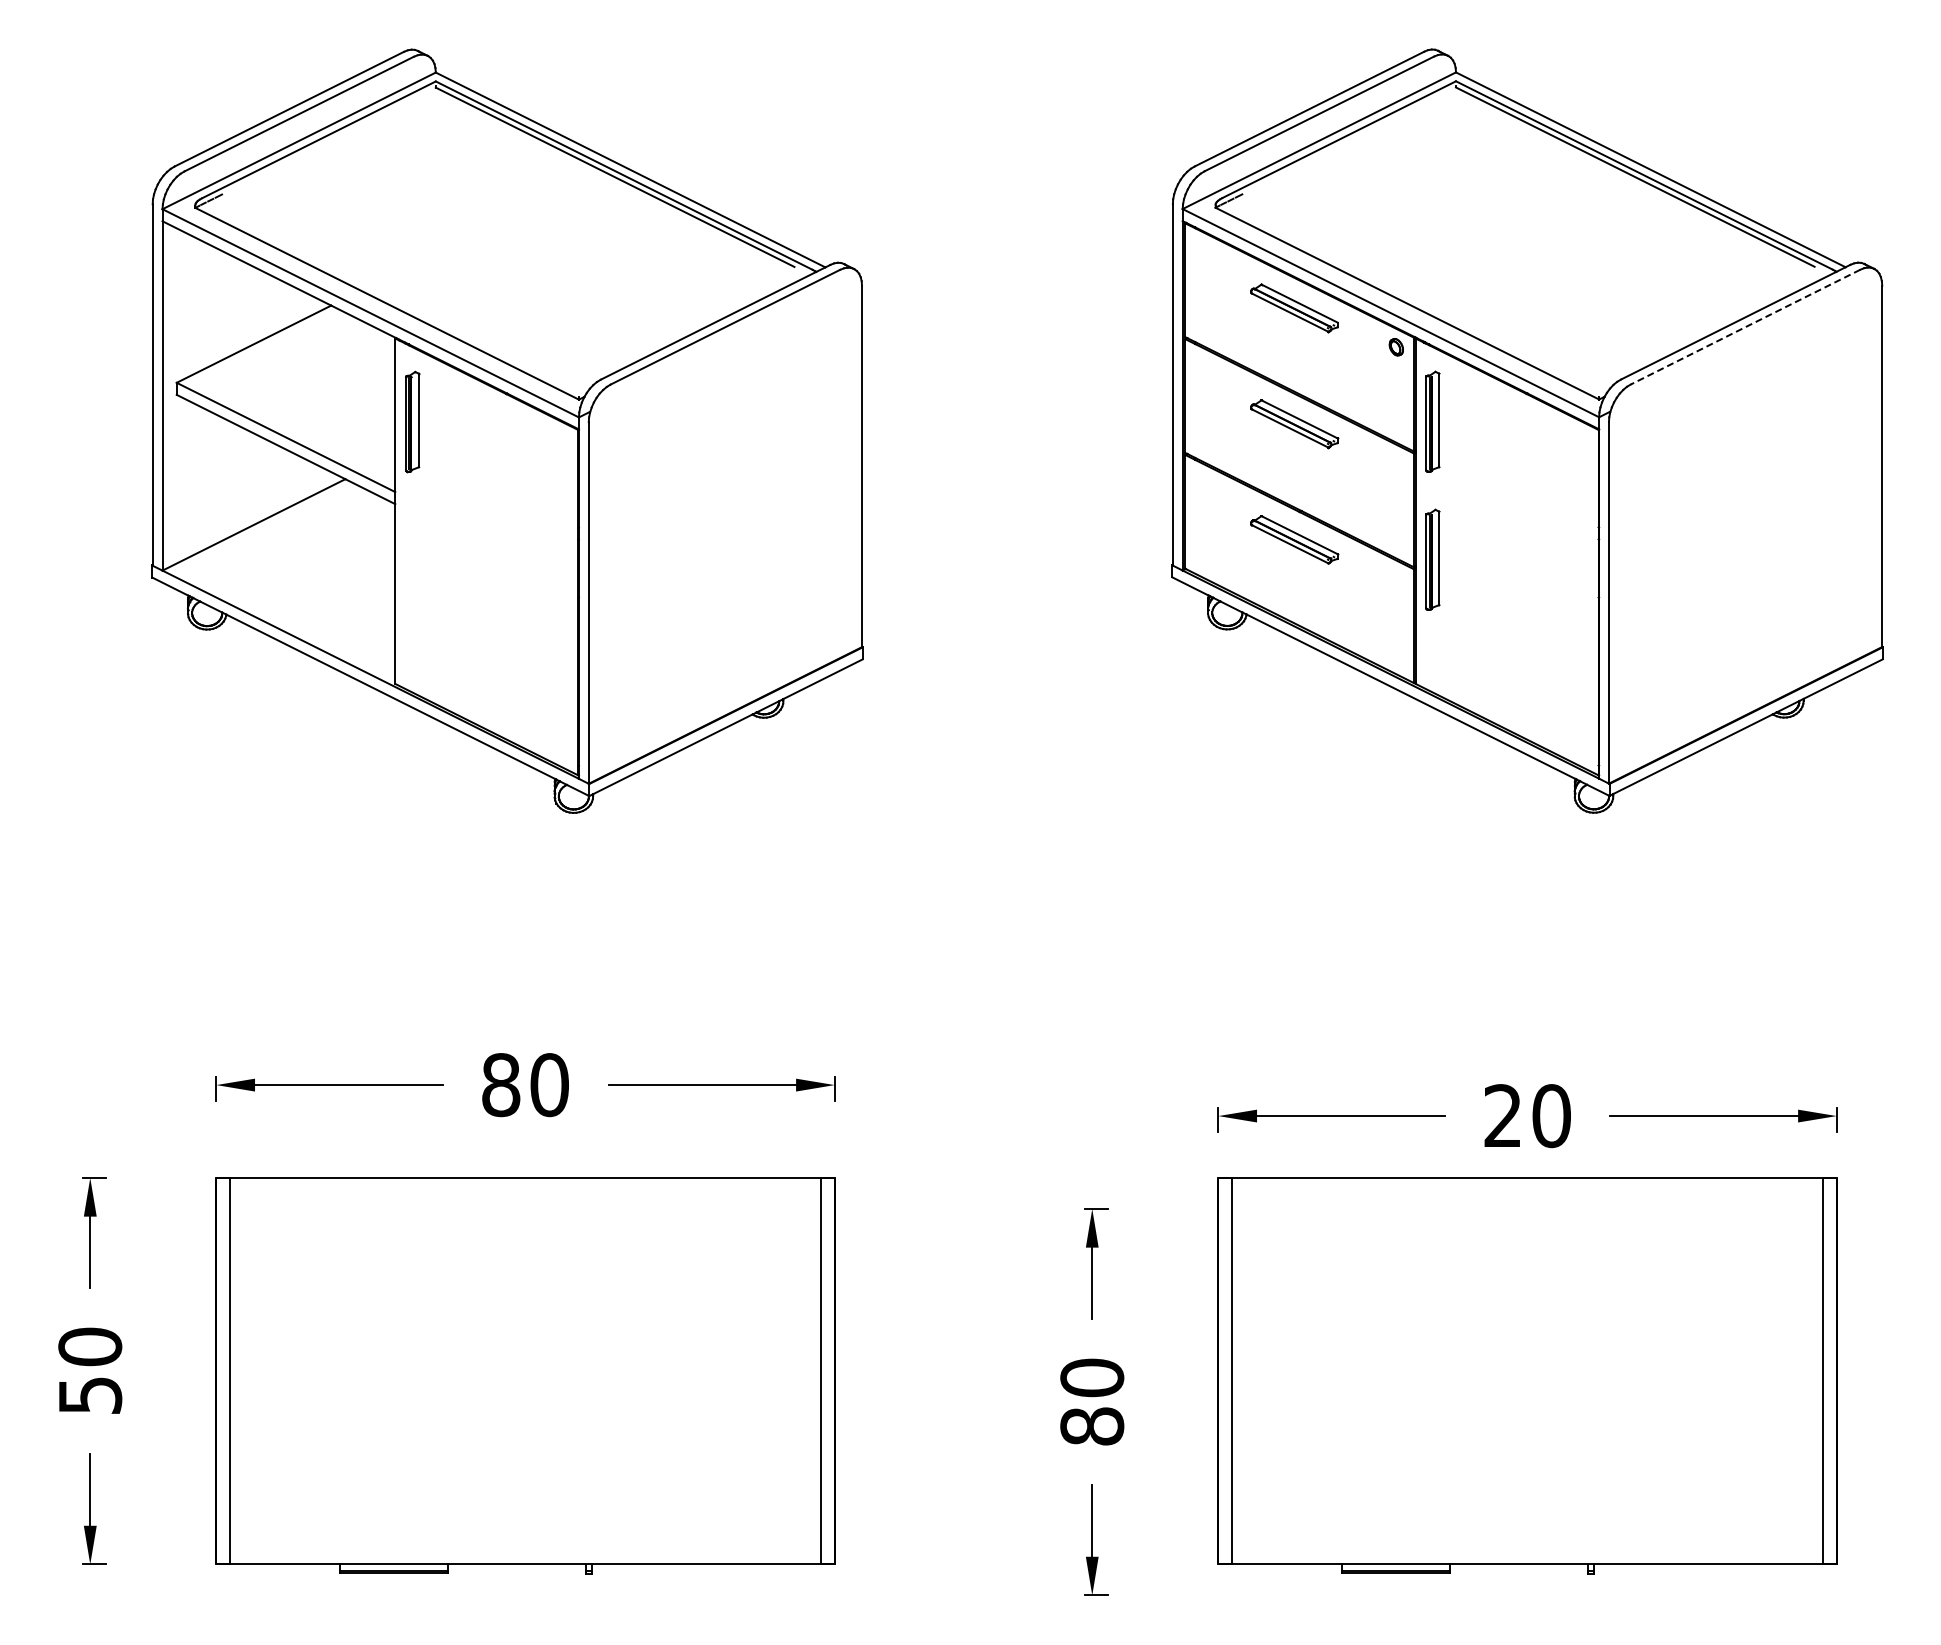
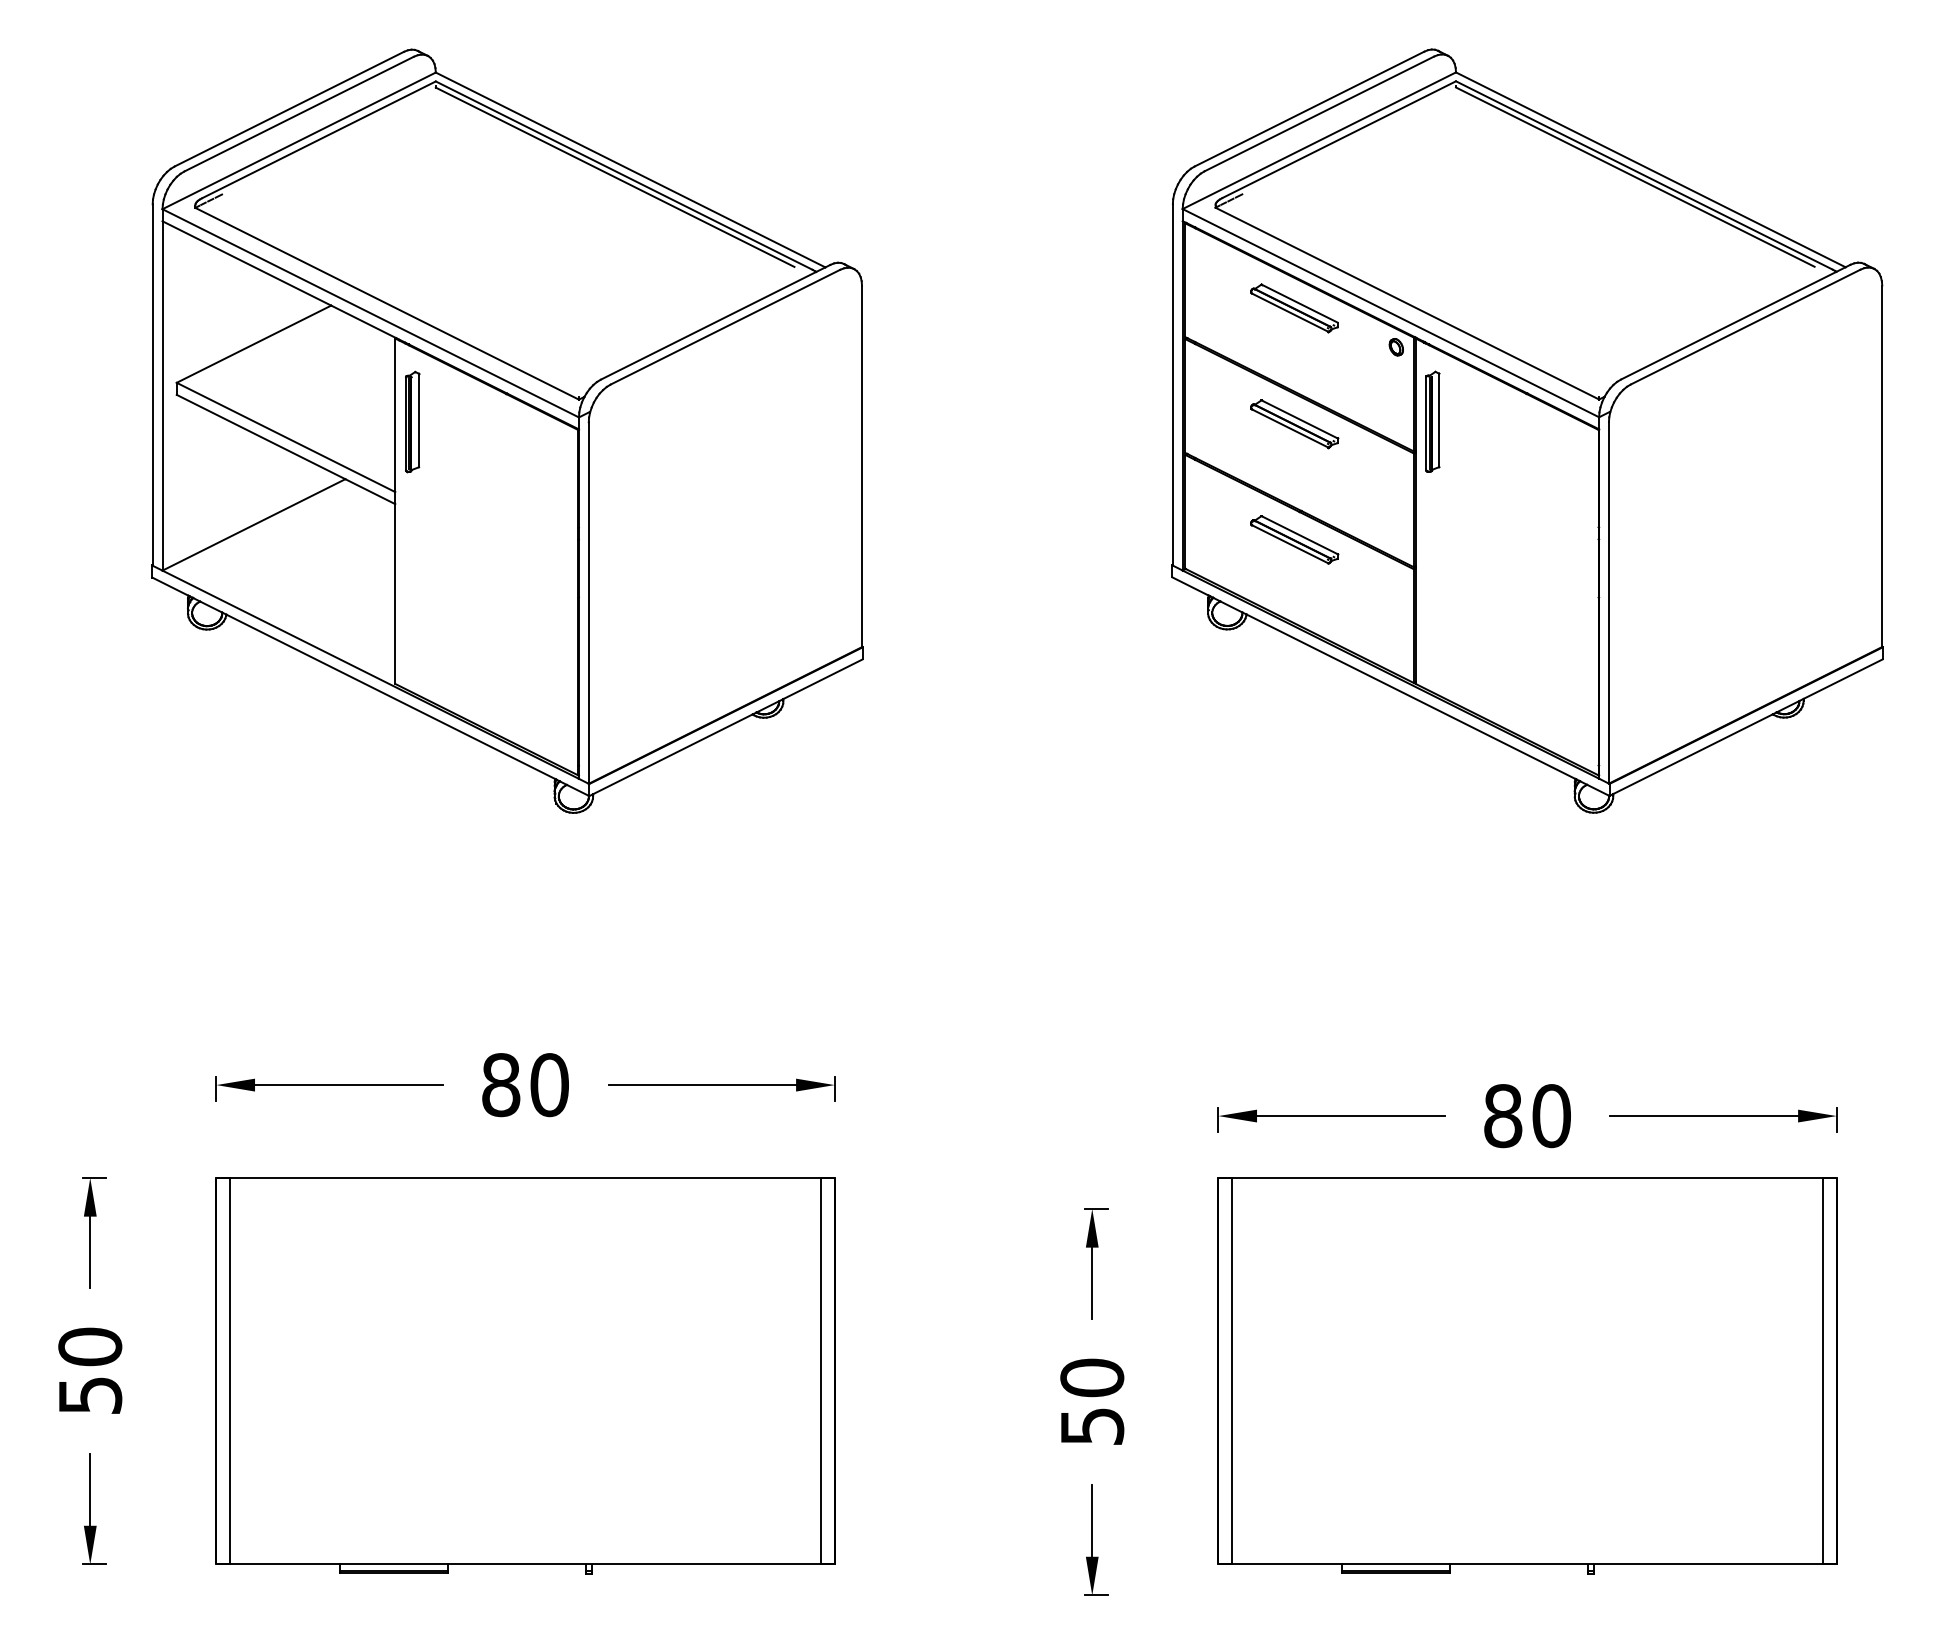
line at (1745, 327): dashed -> solid
part at (1432, 559): present -> none
text at (1503, 1116): 20 -> 80
text at (1092, 1426): 80 -> 50
